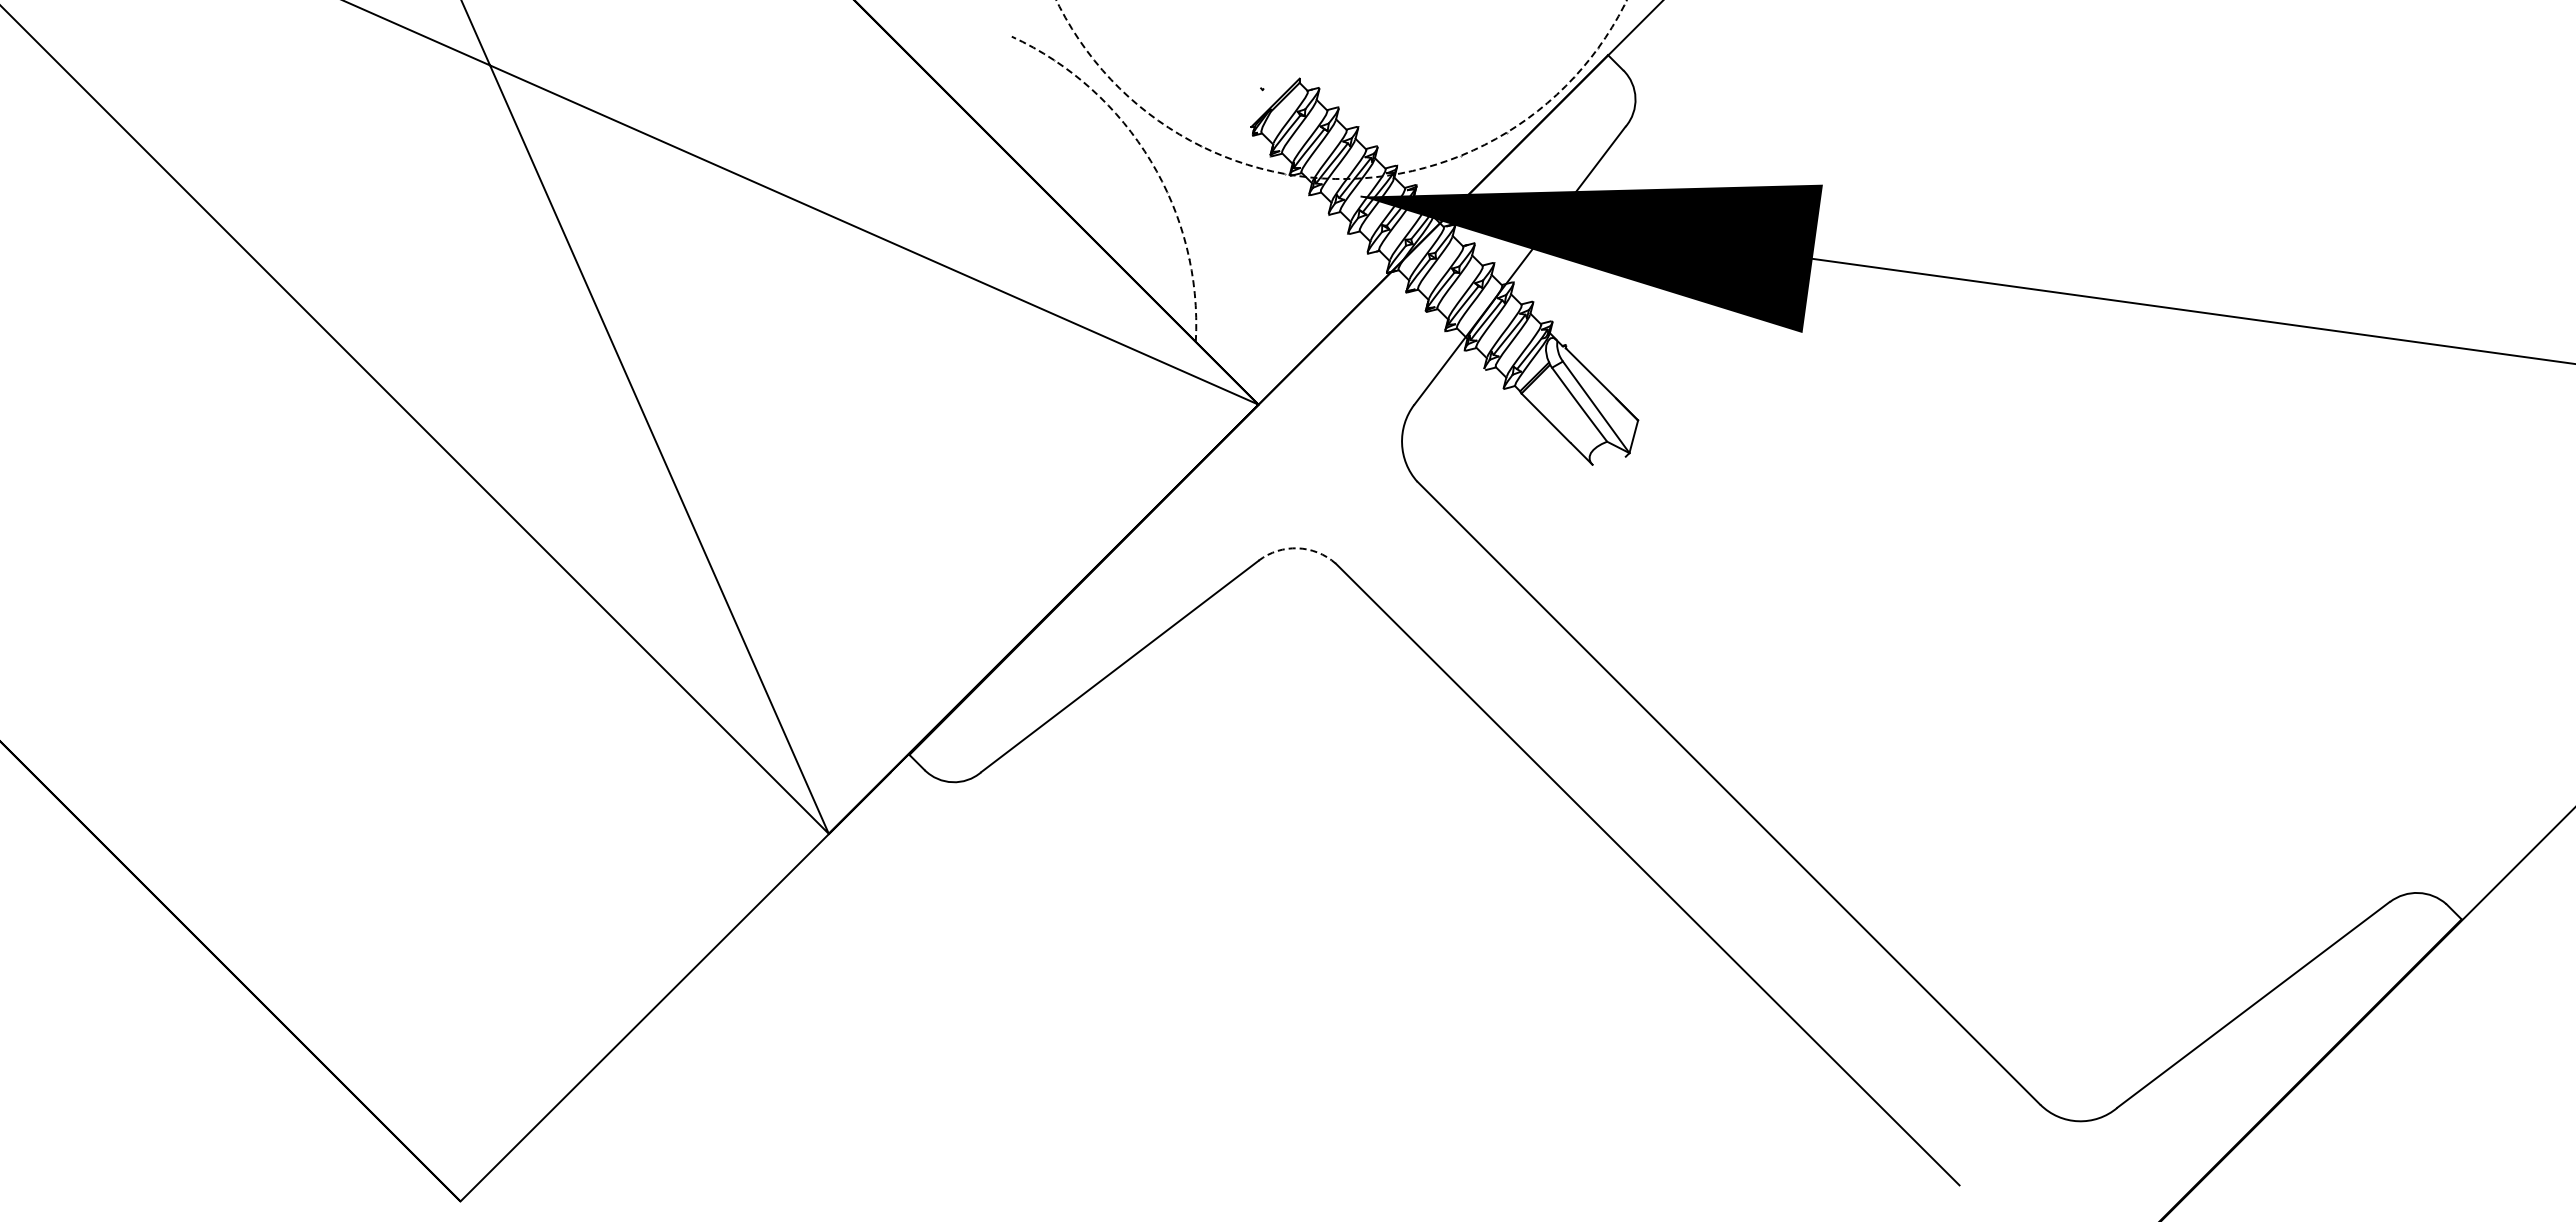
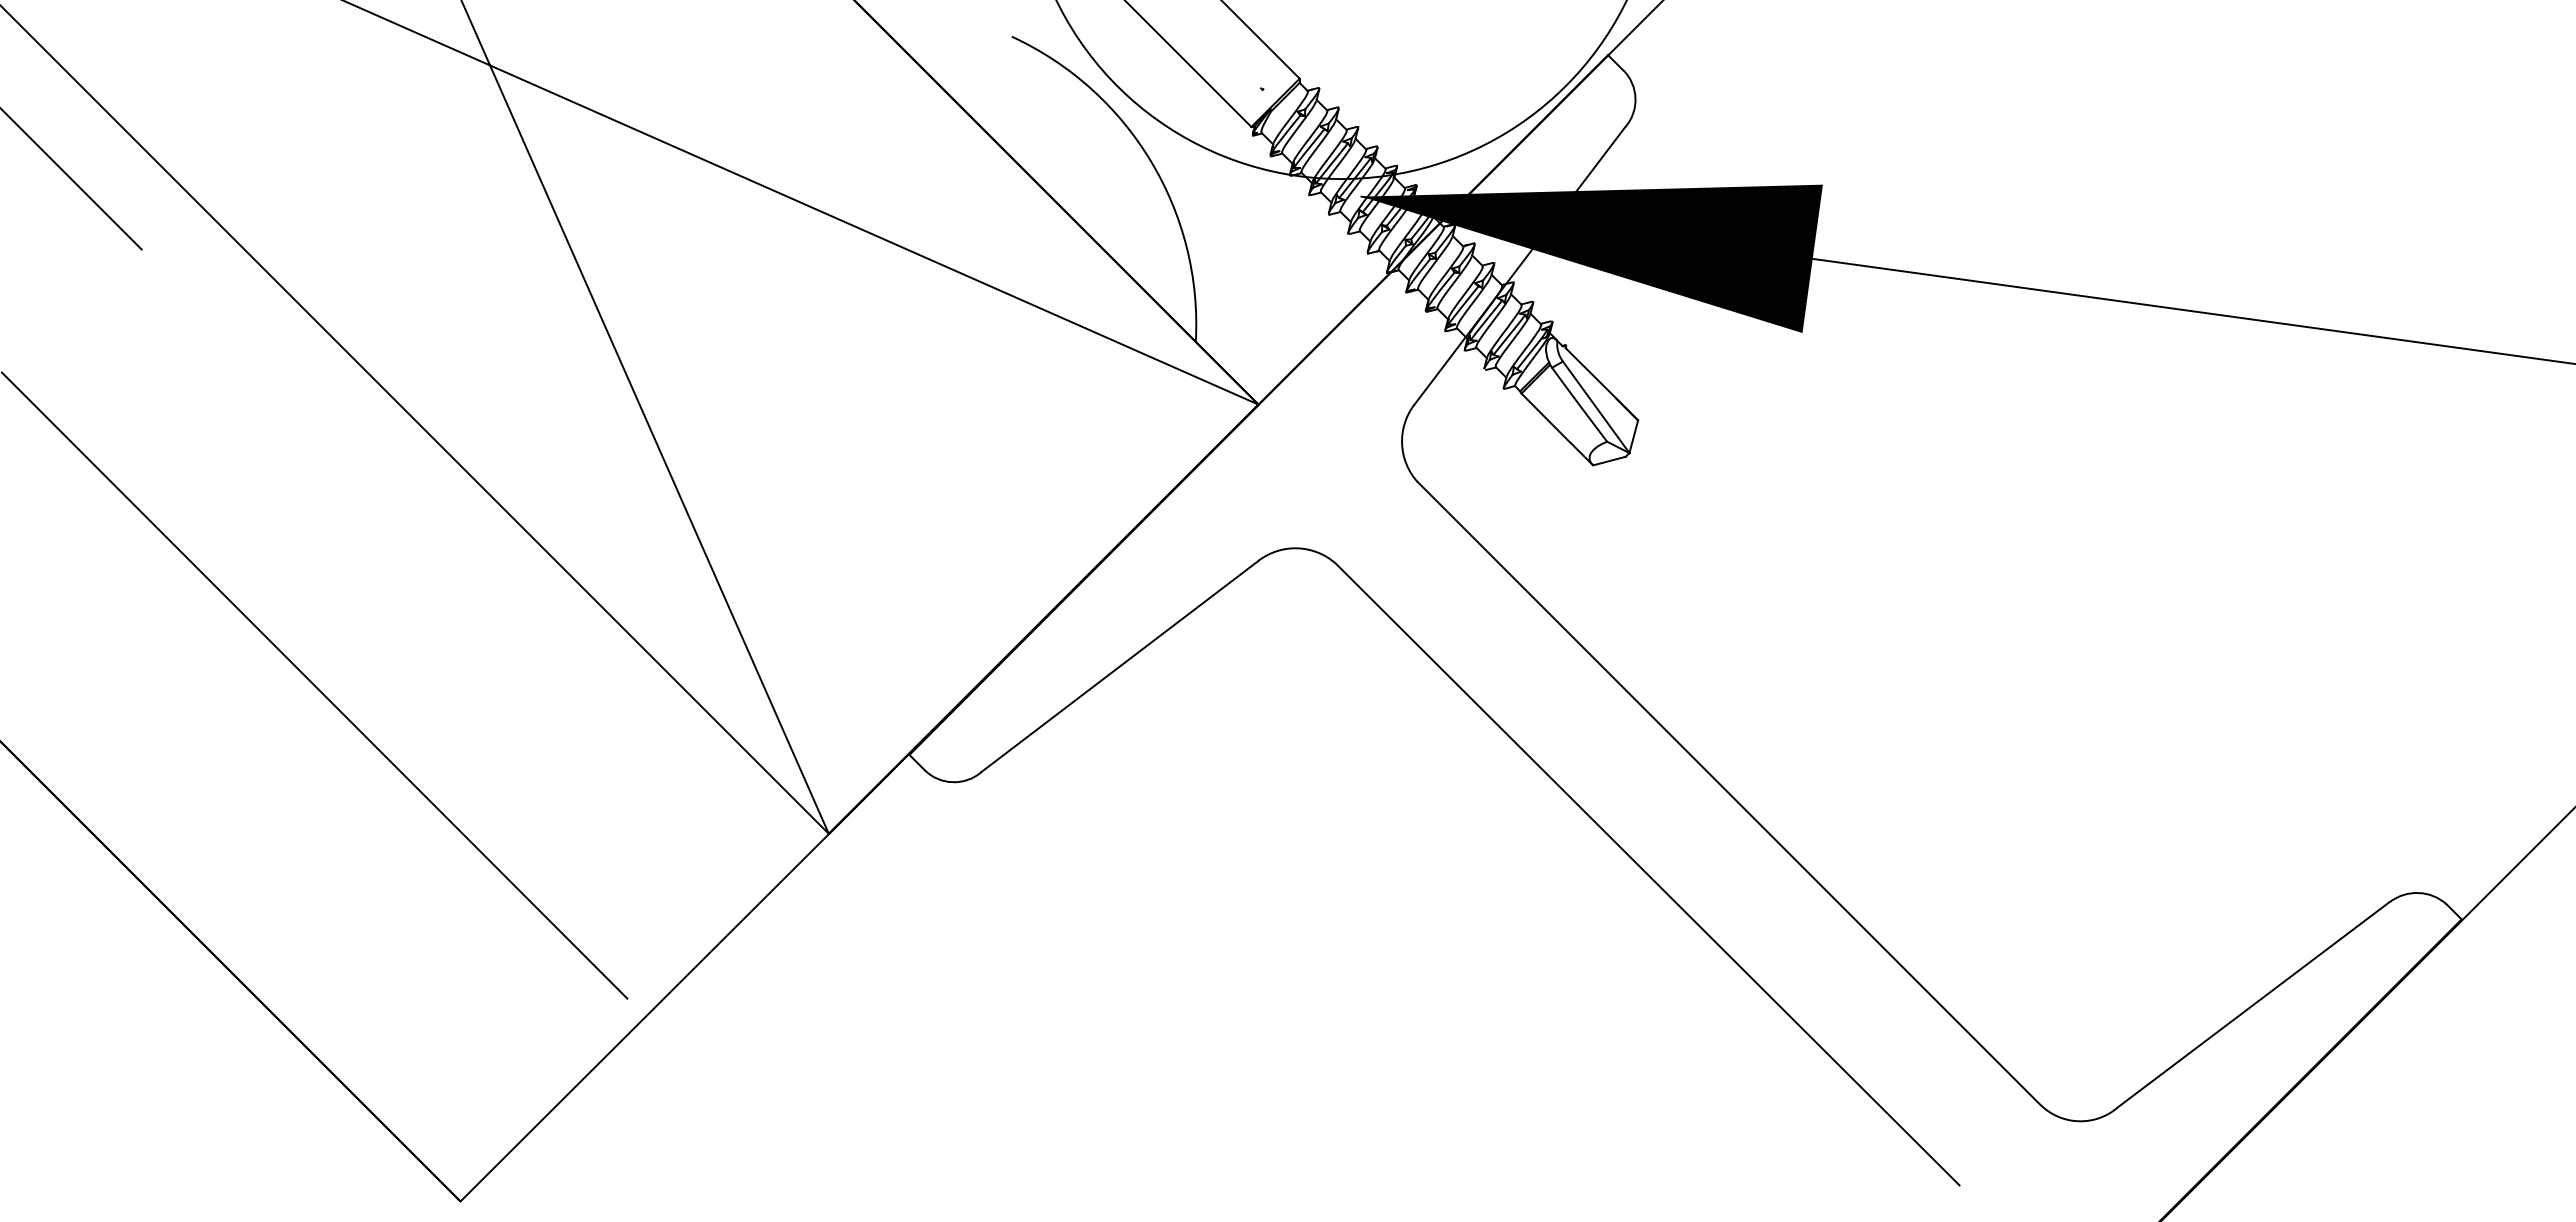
line at (1261, 40): none -> present
line at (1188, 64): none -> present
arc at (1150, 161): dashed -> solid
arc at (1342, 178): dashed -> solid
line at (71, 179): none -> present
line at (1609, 460): none -> present
arc at (1297, 548): dashed -> solid
line at (314, 685): none -> present
